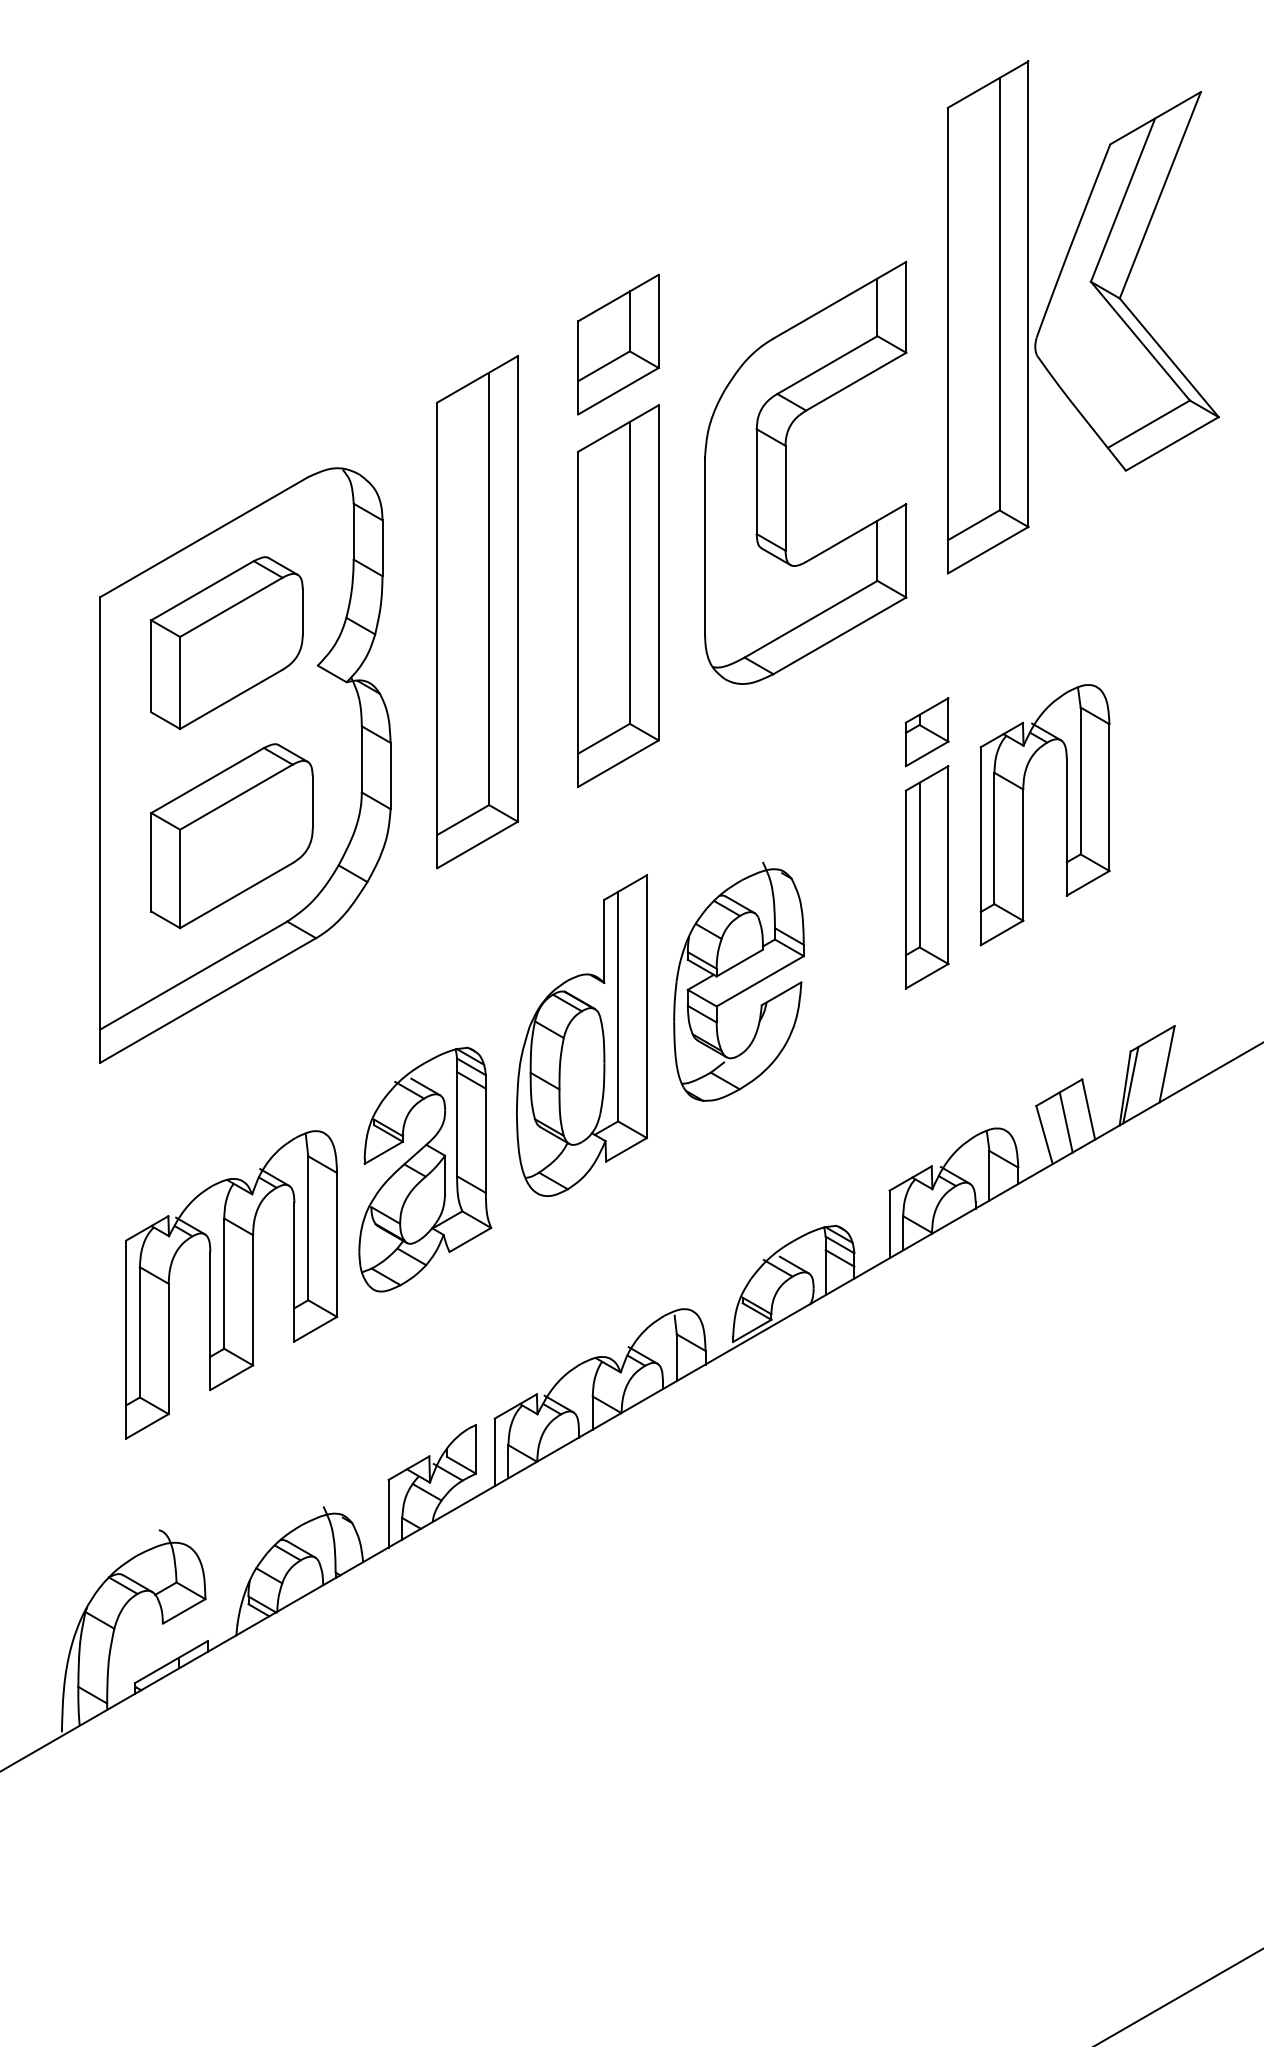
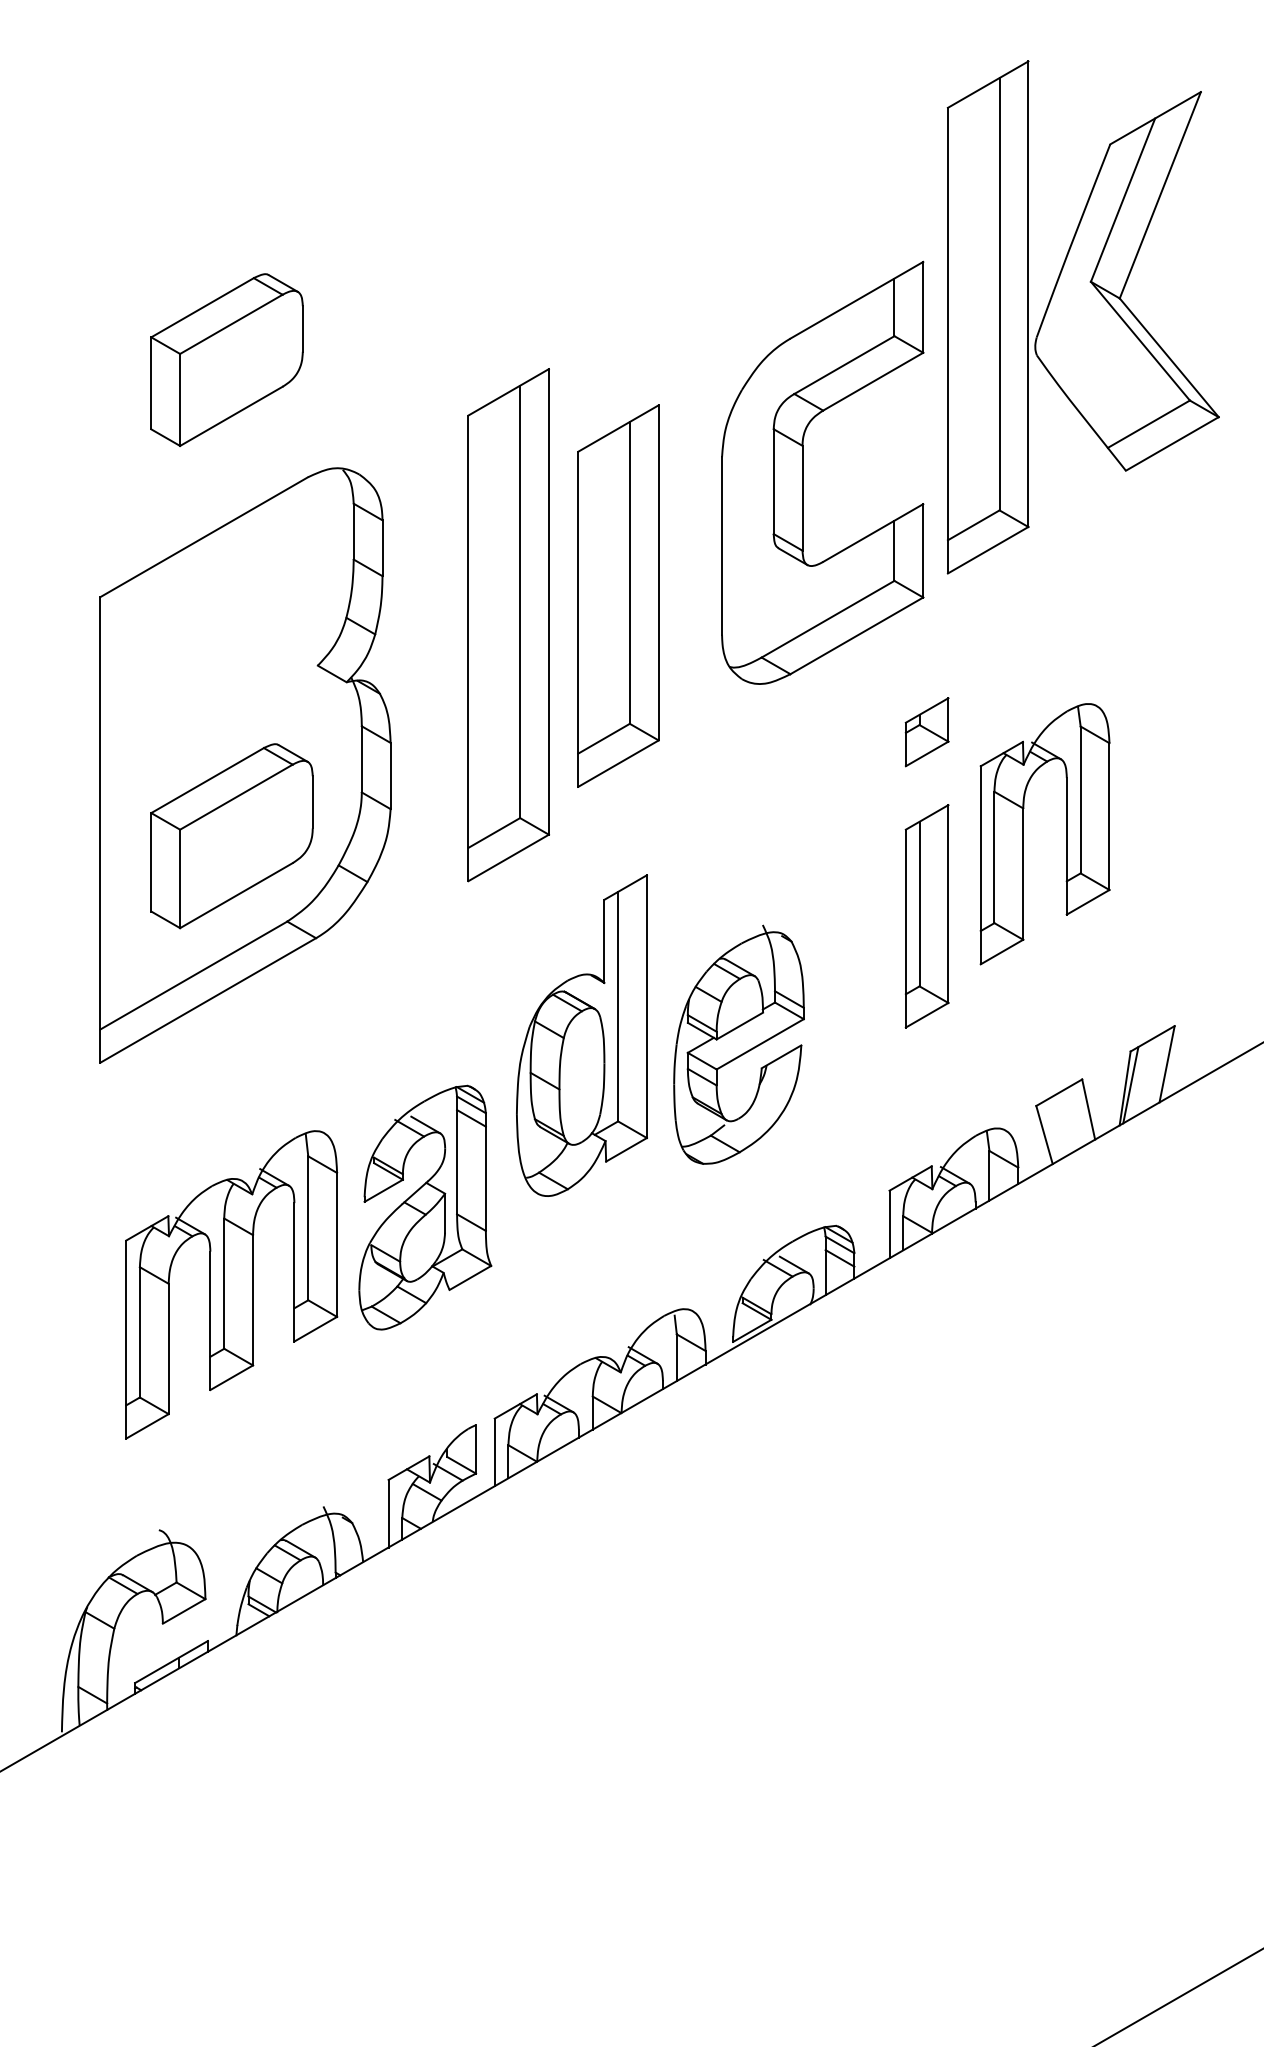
part at (618, 344): present -> none
part at (786, 472) position: (786, 472) -> (803, 472)
part at (477, 612) position: (477, 612) -> (508, 625)
part at (226, 642) position: (226, 642) -> (226, 359)
part at (1023, 815) position: (1023, 815) -> (1023, 834)
part at (926, 877) position: (926, 877) -> (926, 916)
part at (738, 981) position: (738, 981) -> (738, 1044)
line at (1065, 1122): present -> none
part at (425, 1169) position: (425, 1169) -> (425, 1207)
